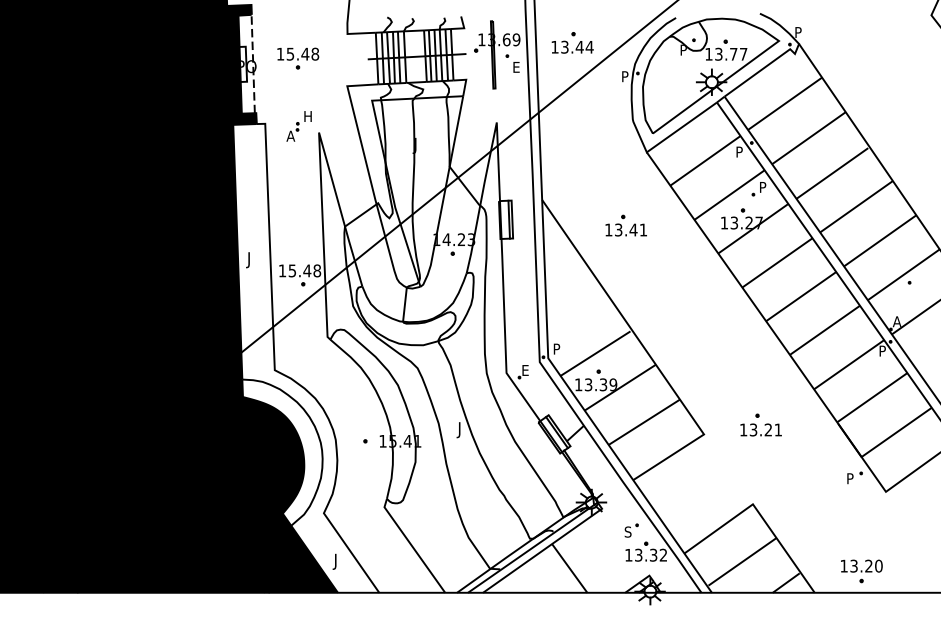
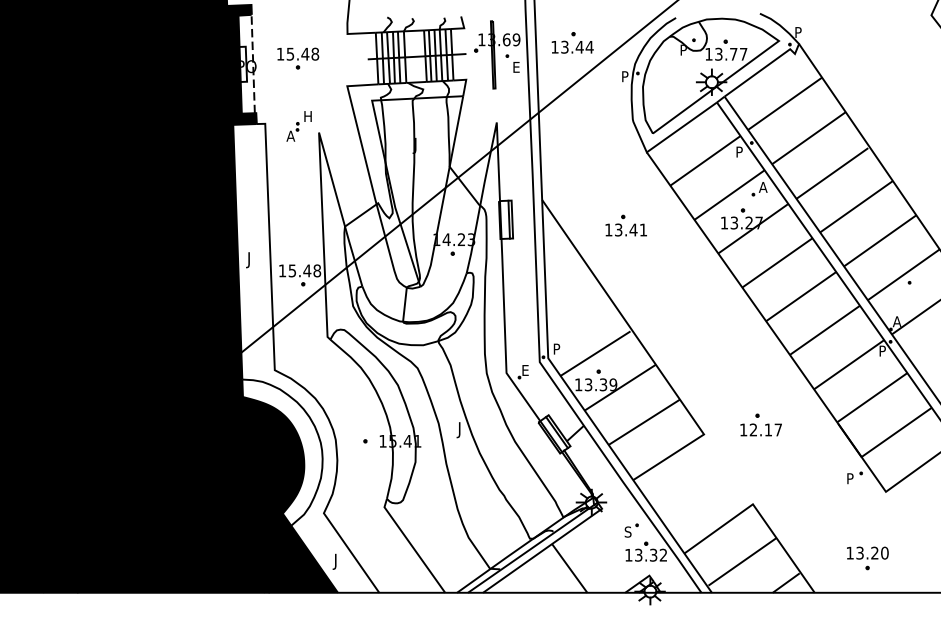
text at (762, 187): P -> A
text at (765, 429): 13.21 -> 12.17
part at (861, 571) position: (861, 571) -> (867, 558)
